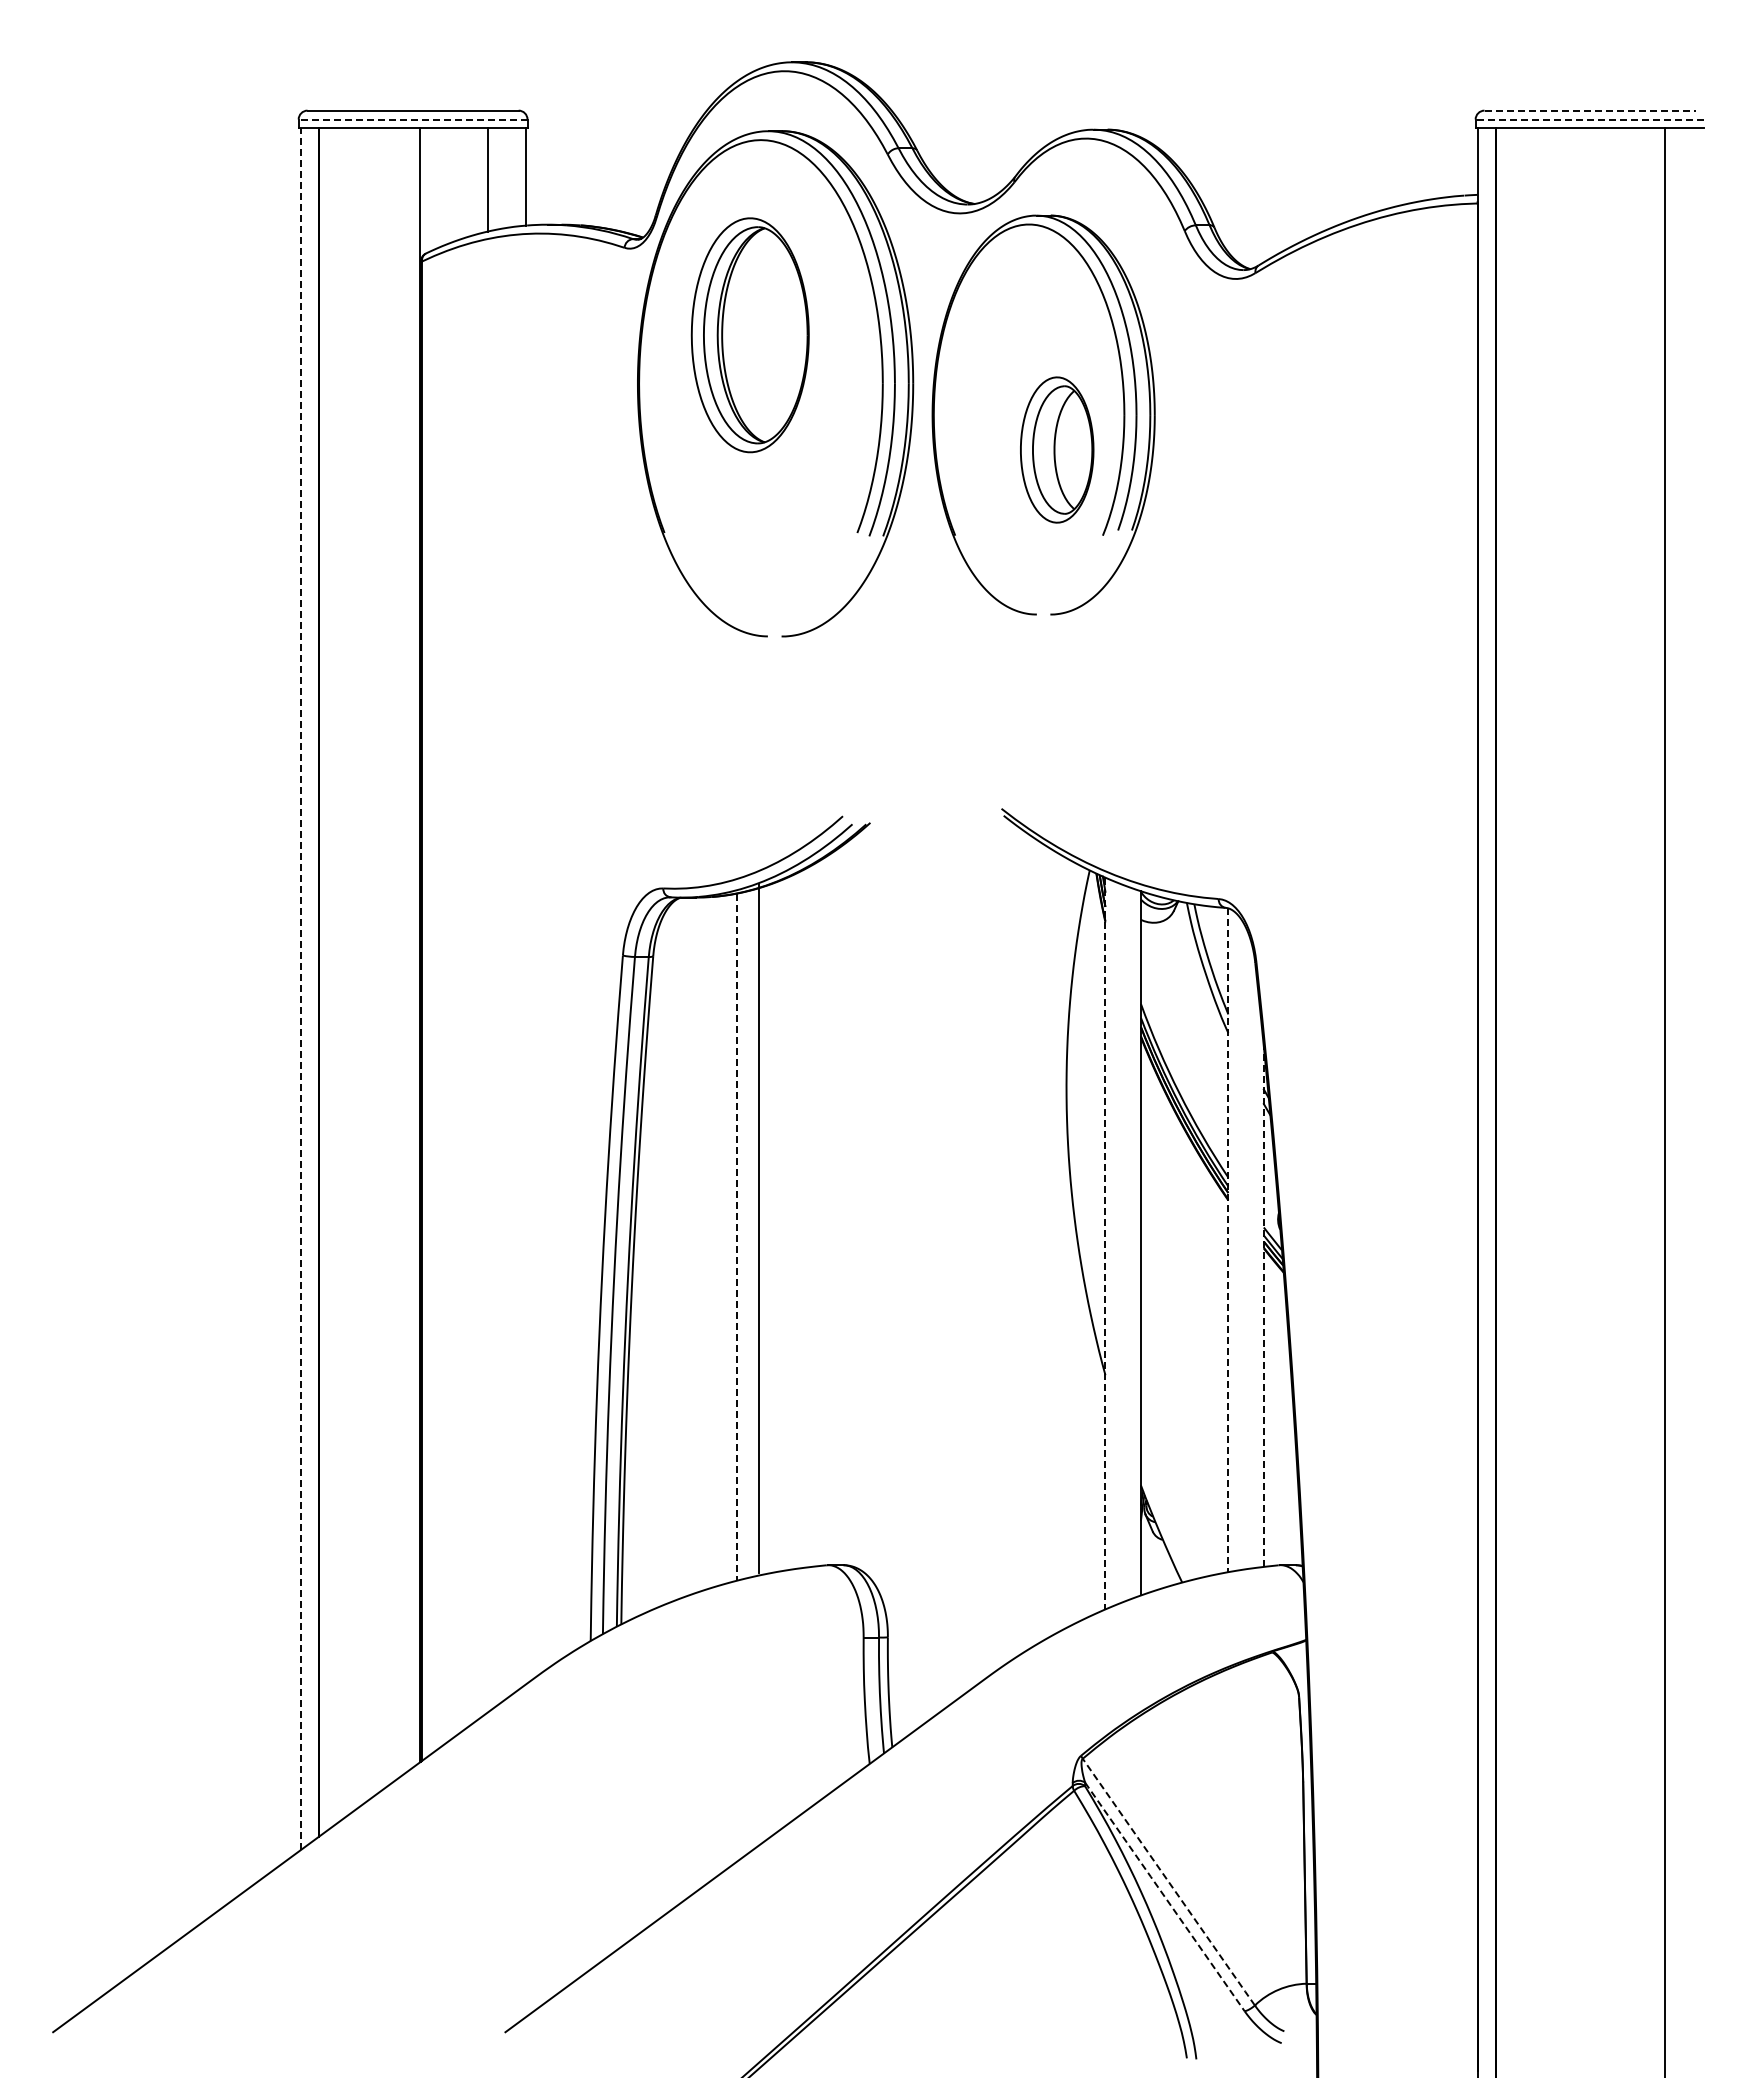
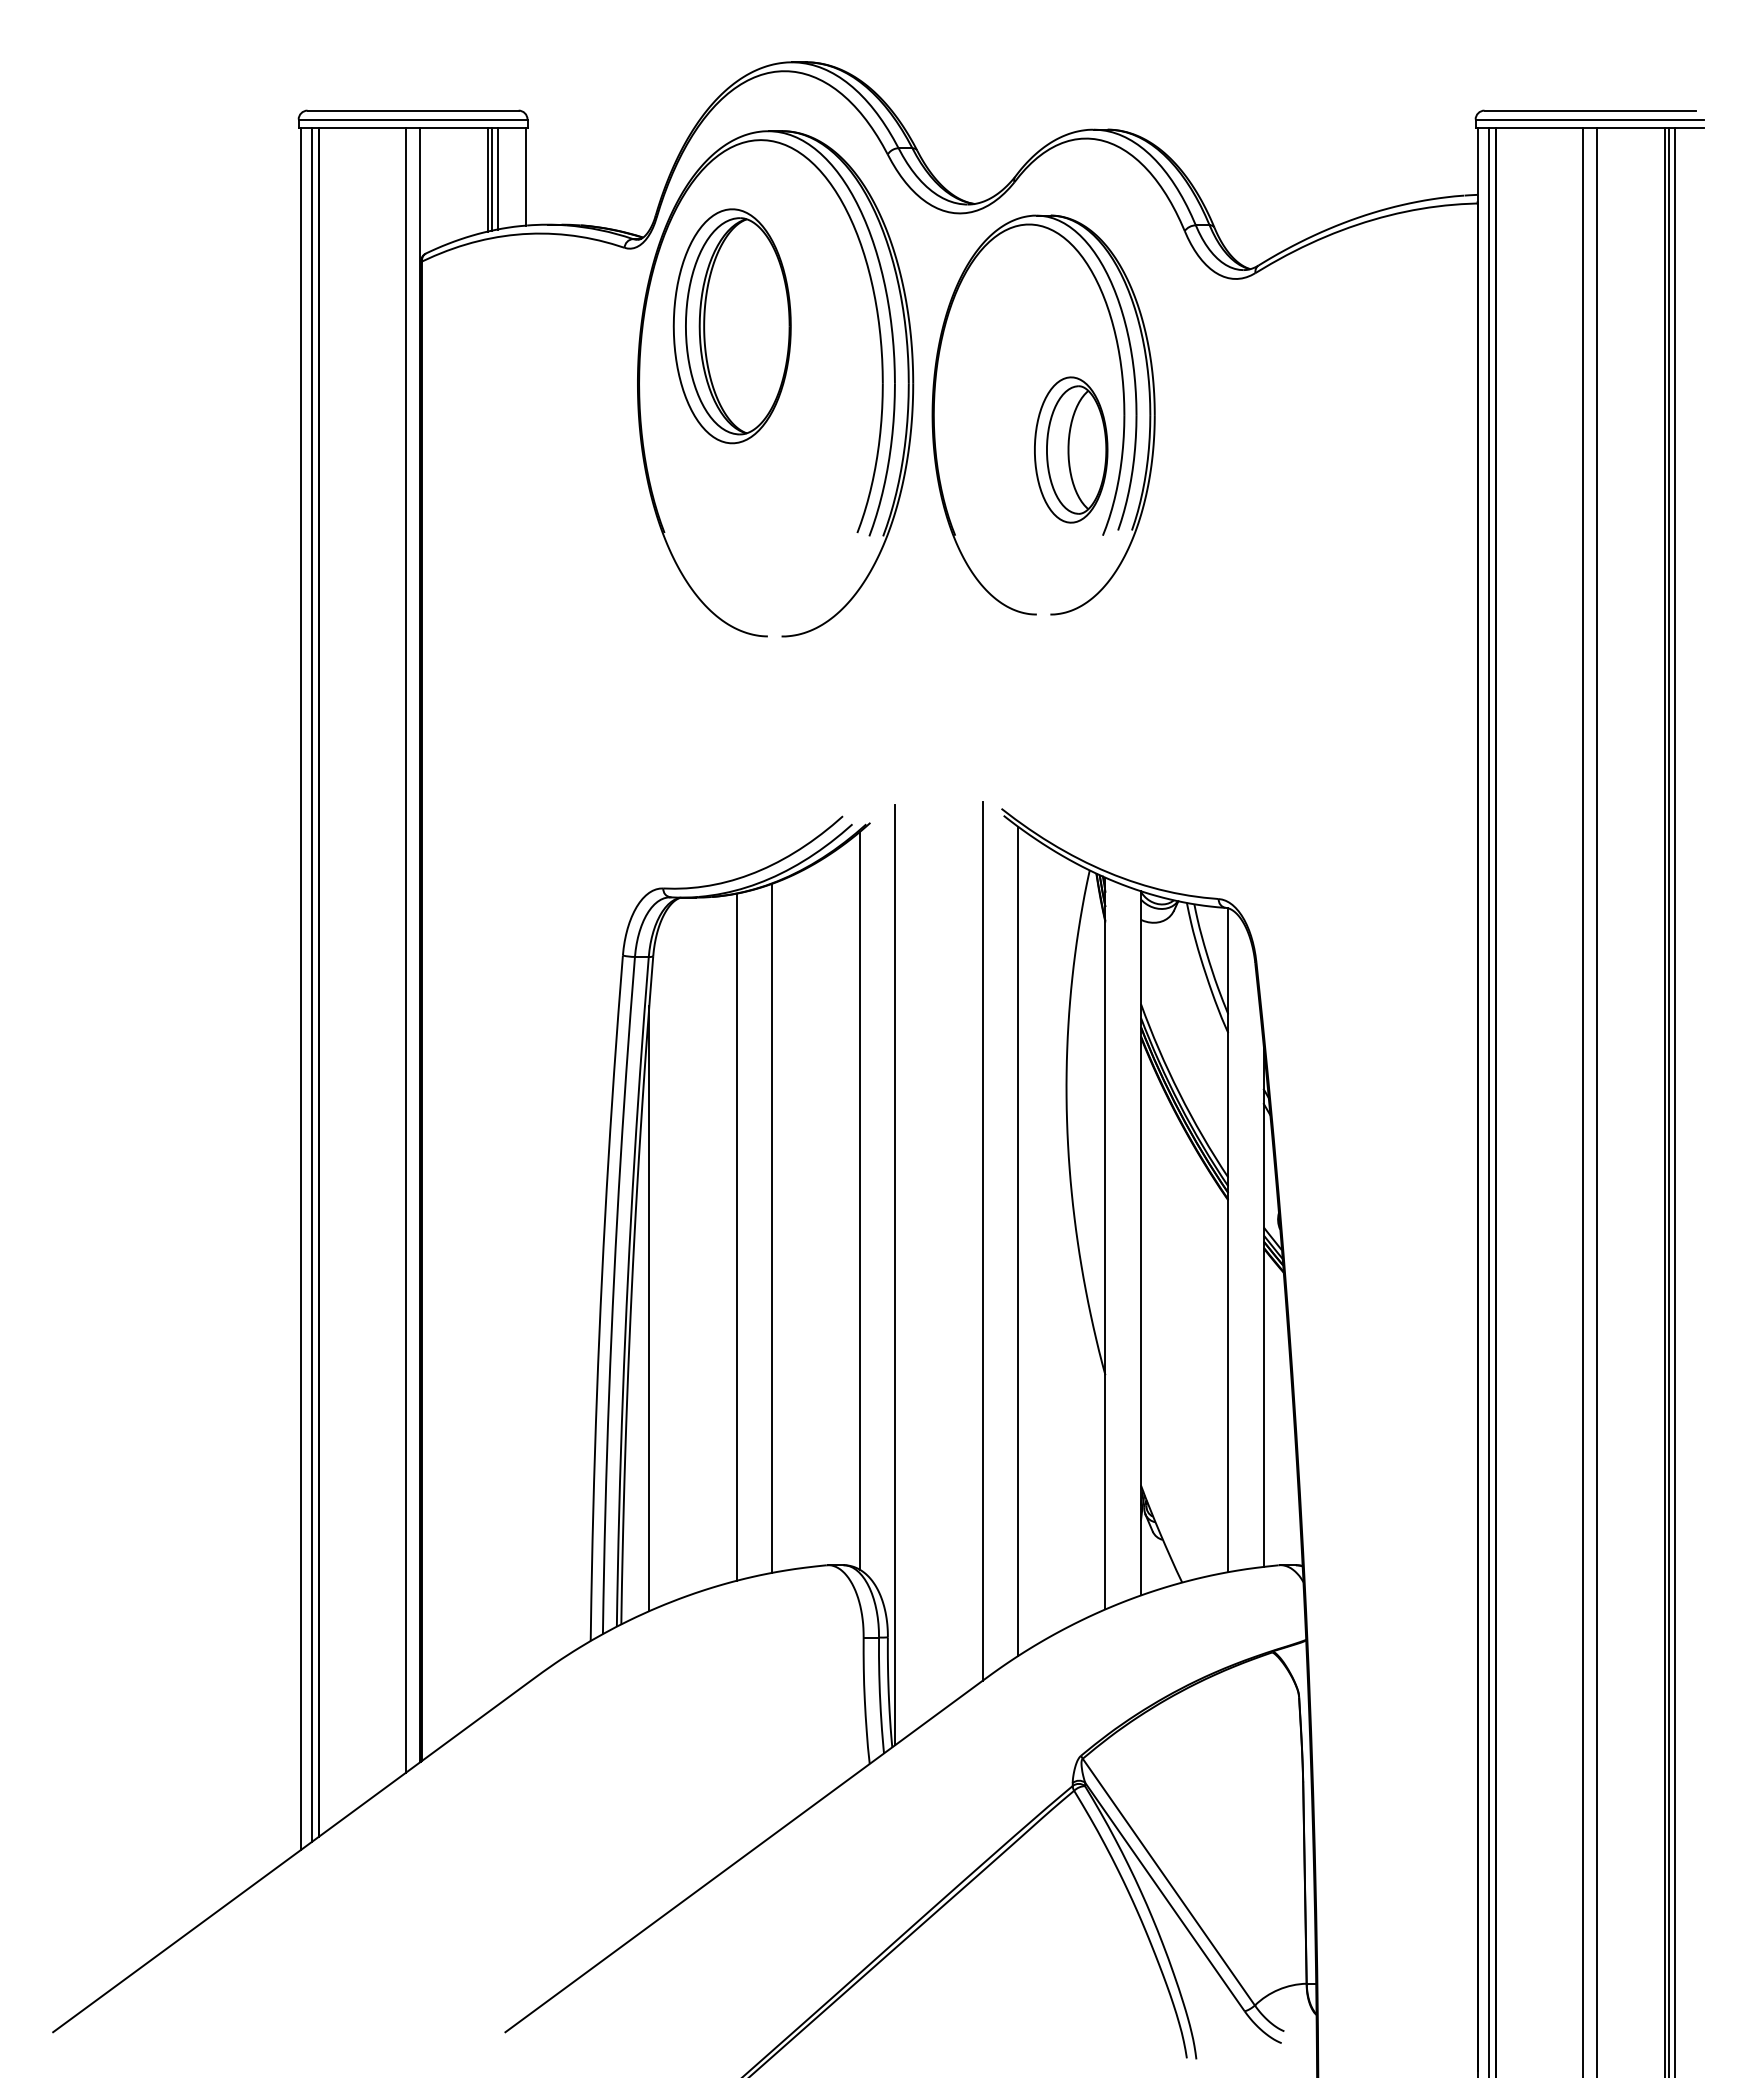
line at (1590, 110): dashed -> solid
line at (412, 119): dashed -> solid
line at (1589, 119): dashed -> solid
line at (497, 178): none -> present
line at (491, 179): none -> present
part at (749, 335) position: (749, 335) -> (731, 326)
part at (1057, 449) position: (1057, 449) -> (1071, 449)
line at (406, 950): none -> present
line at (312, 984): none -> present
line at (300, 989): dashed -> solid
line at (1489, 1101): none -> present
line at (1582, 1101): none -> present
line at (1597, 1101): none -> present
line at (1668, 1101): none -> present
line at (1674, 1101): none -> present
line at (859, 1200): none -> present
line at (759, 1227) position: (759, 1227) -> (772, 1227)
line at (736, 1237): dashed -> solid
line at (982, 1240): none -> present
line at (1228, 1240): dashed -> solid
line at (1018, 1241): none -> present
line at (1105, 1243): dashed -> solid
line at (895, 1274): none -> present
line at (1263, 1306): dashed -> solid
line at (649, 1308): none -> present
line at (1169, 1883): dashed -> solid
line at (1164, 1896): dashed -> solid
